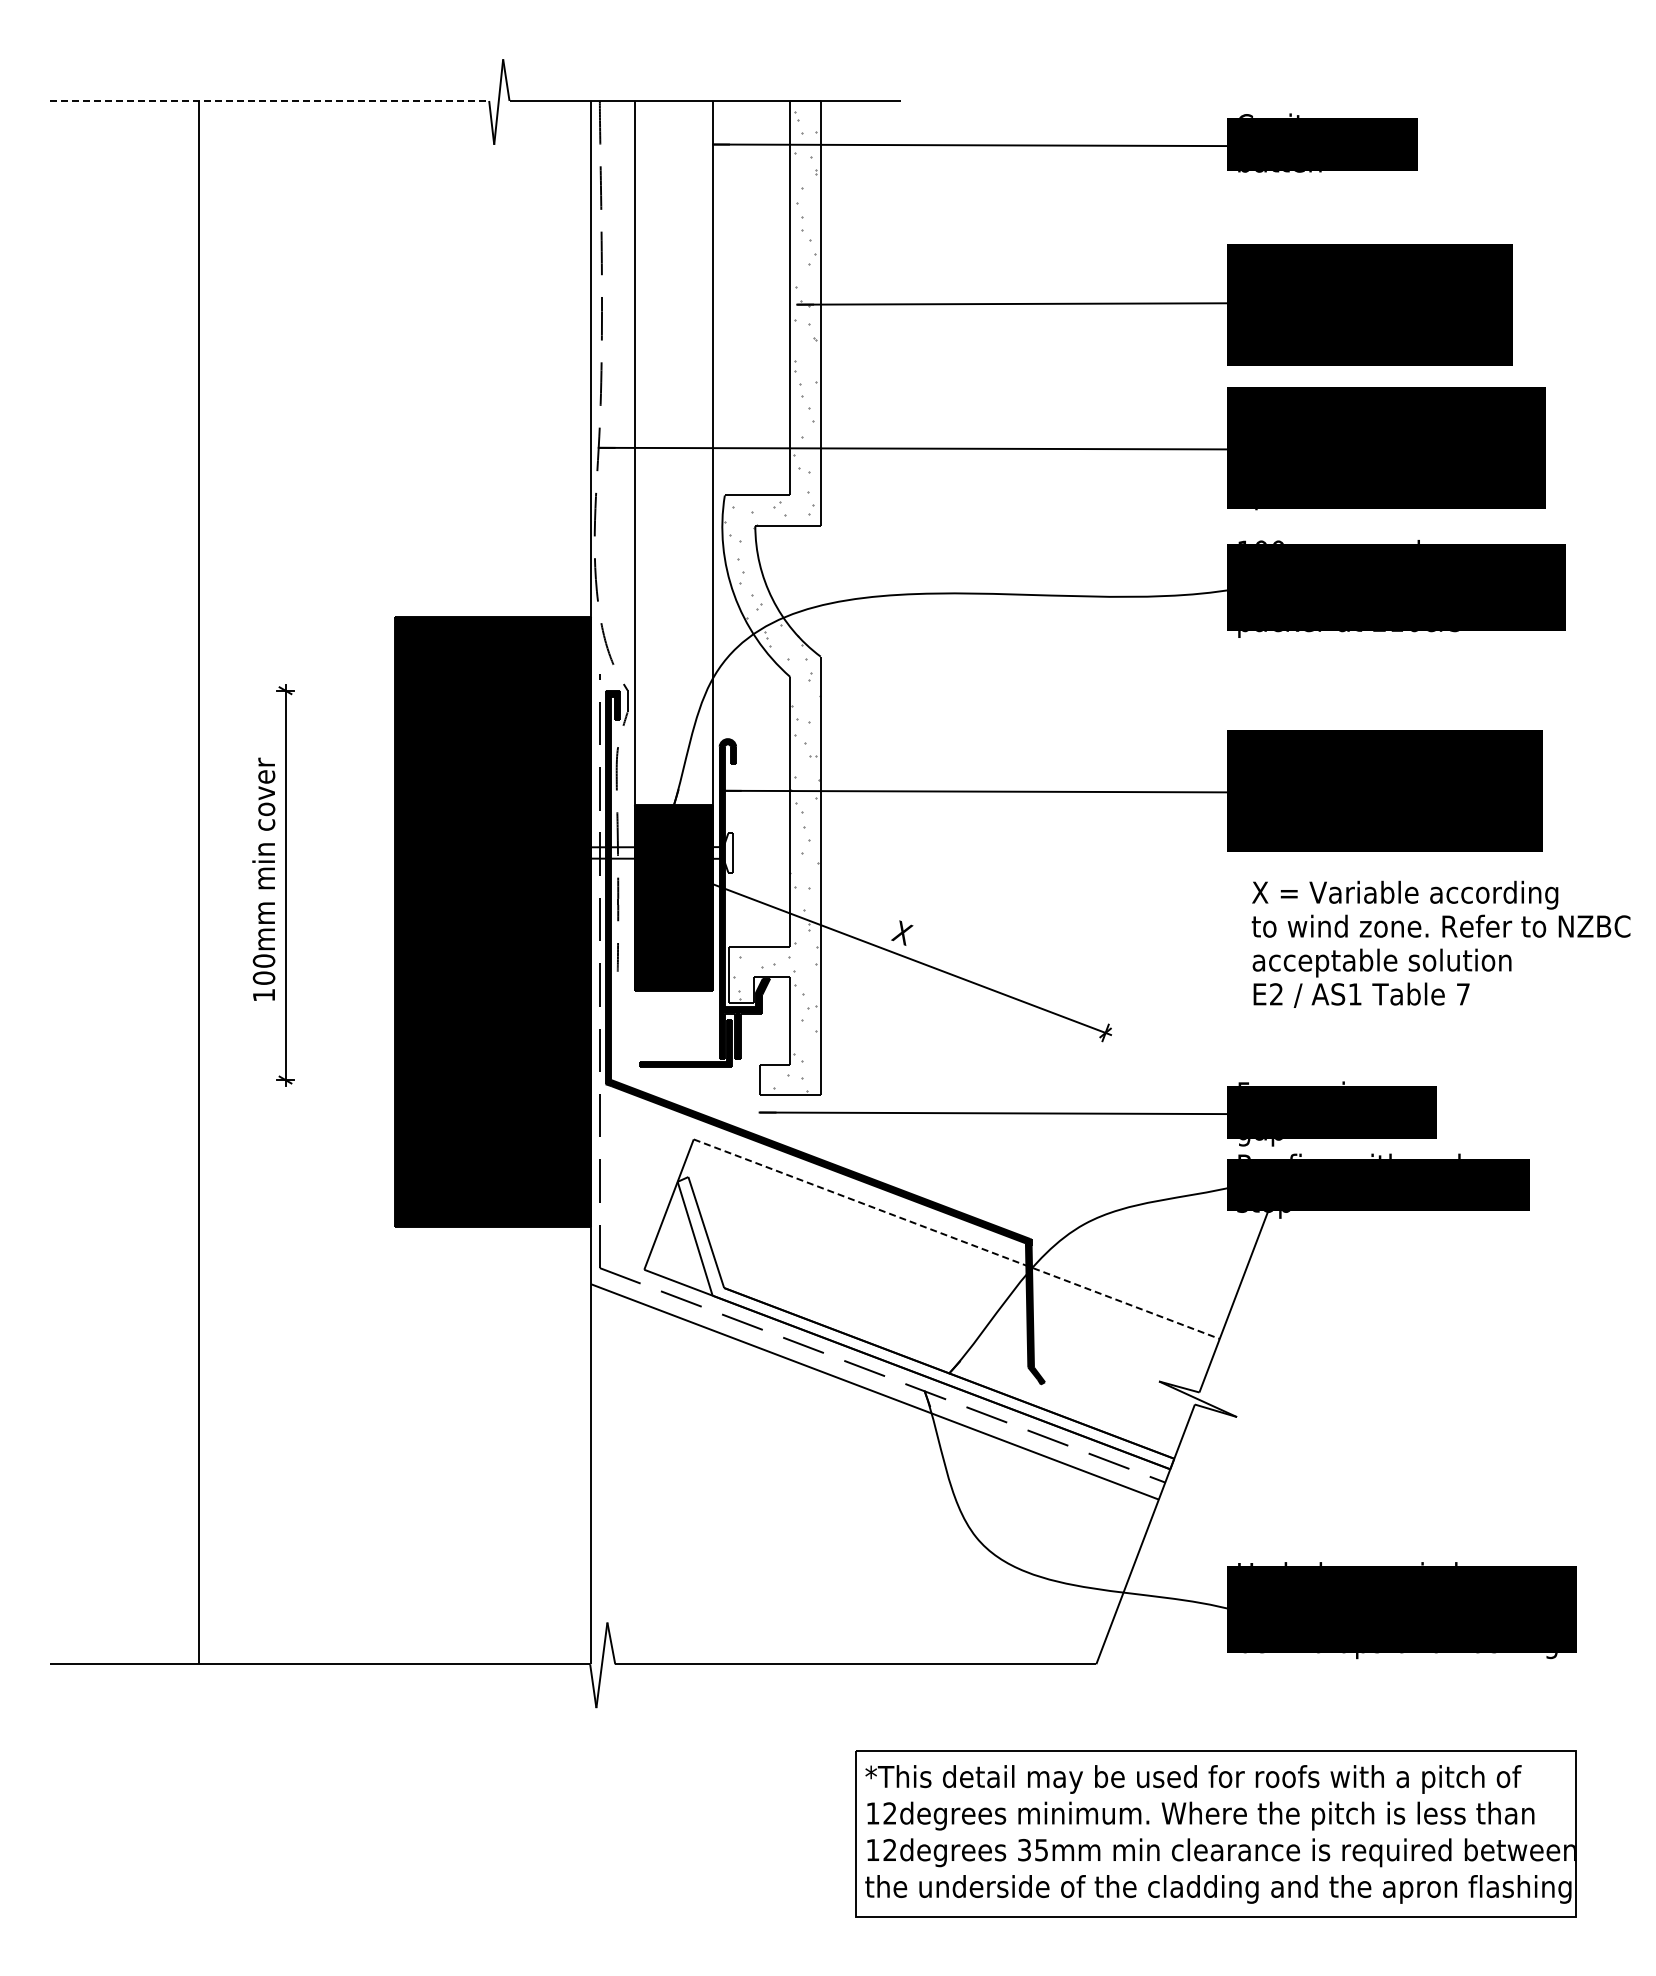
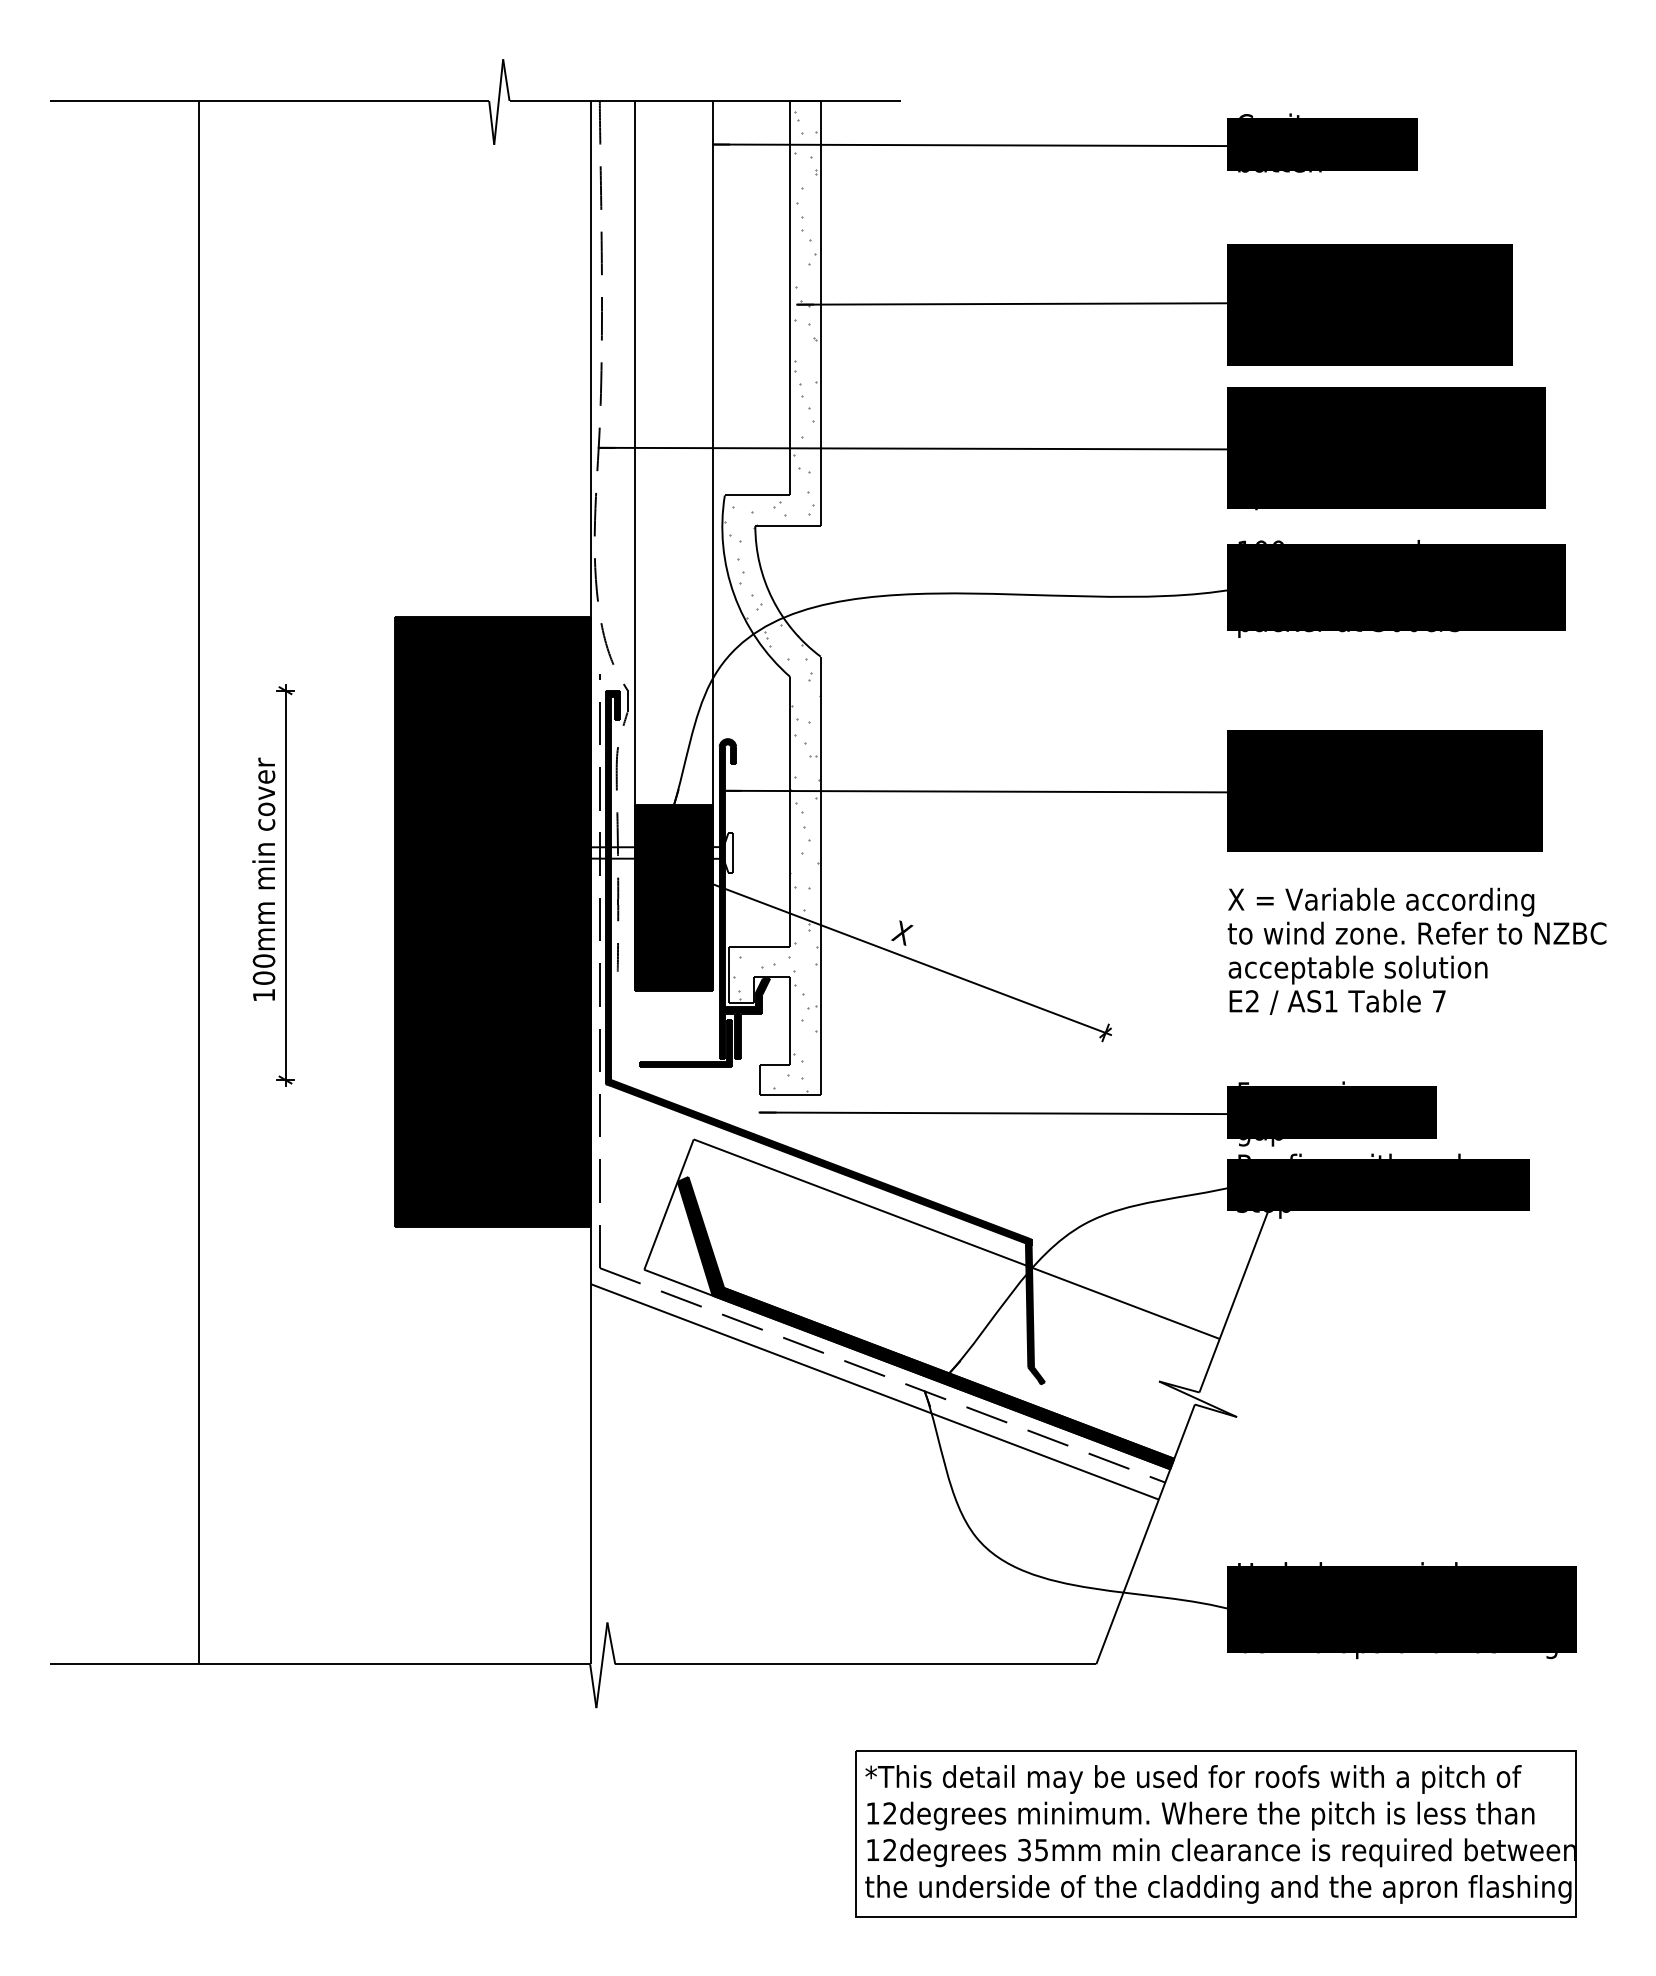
line at (269, 100): dashed -> solid
text at (1395, 631): 216crs -> 300crs
text at (1440, 943) position: (1440, 943) -> (1416, 950)
line at (957, 1239): dashed -> solid
fill at (925, 1323): none -> present
